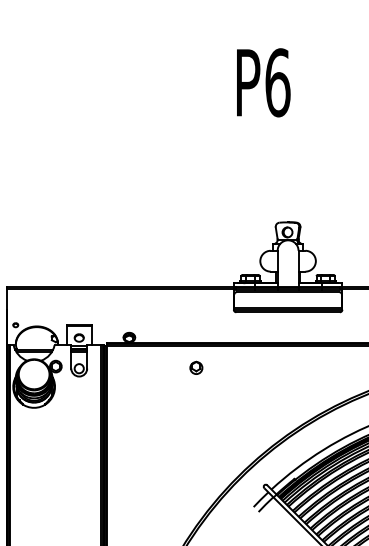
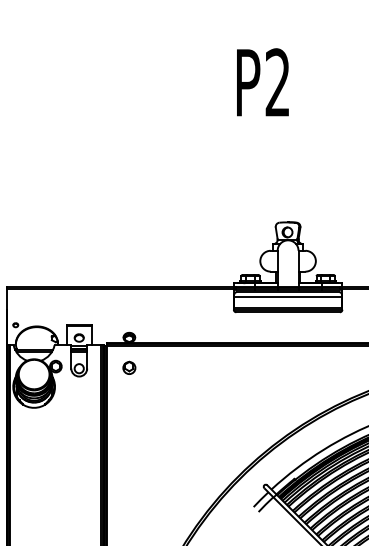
text at (277, 82): P6 -> P2
line at (287, 297): none -> present
part at (196, 367) position: (196, 367) -> (129, 367)
